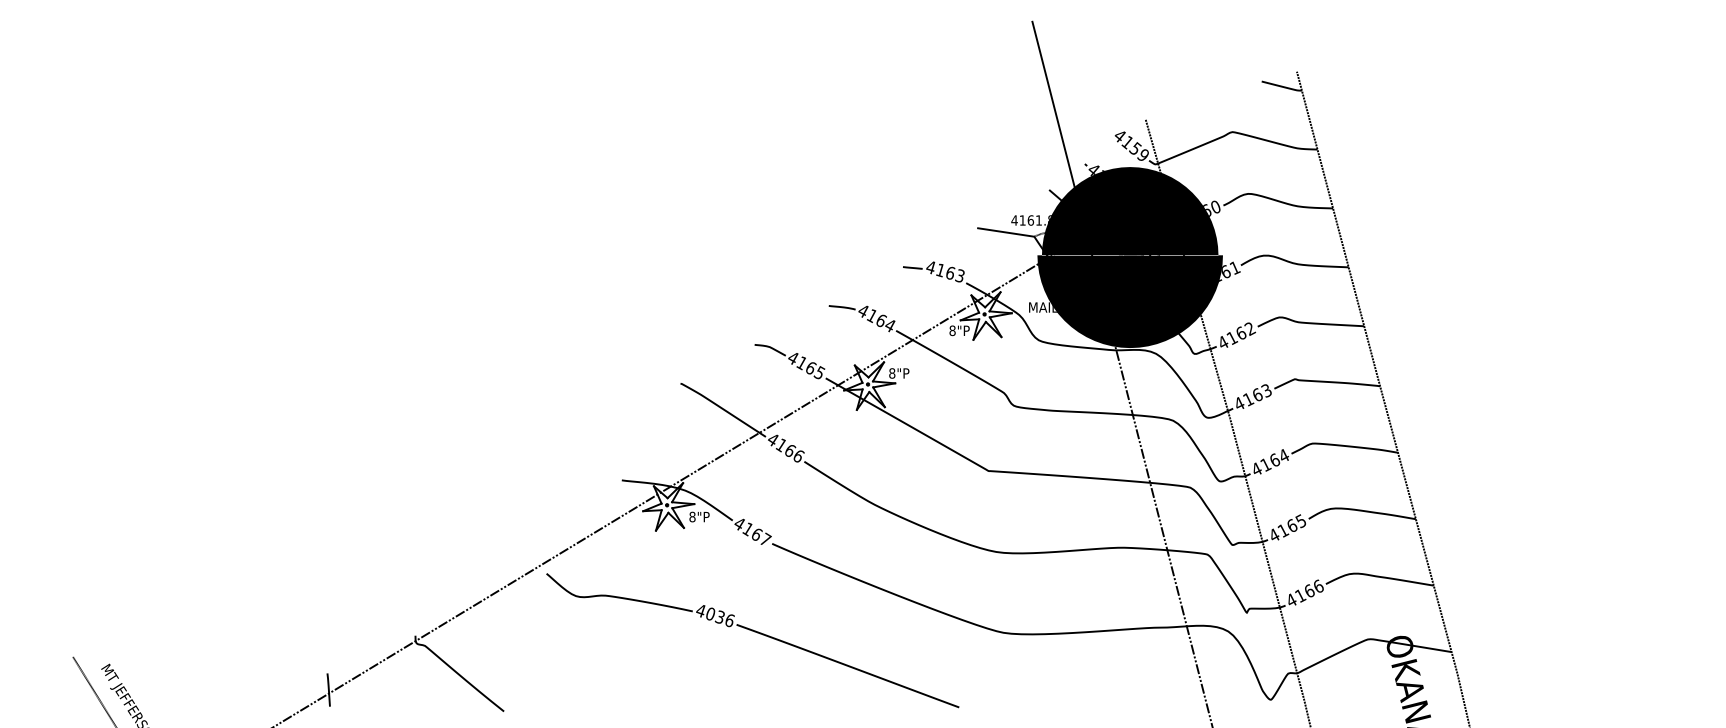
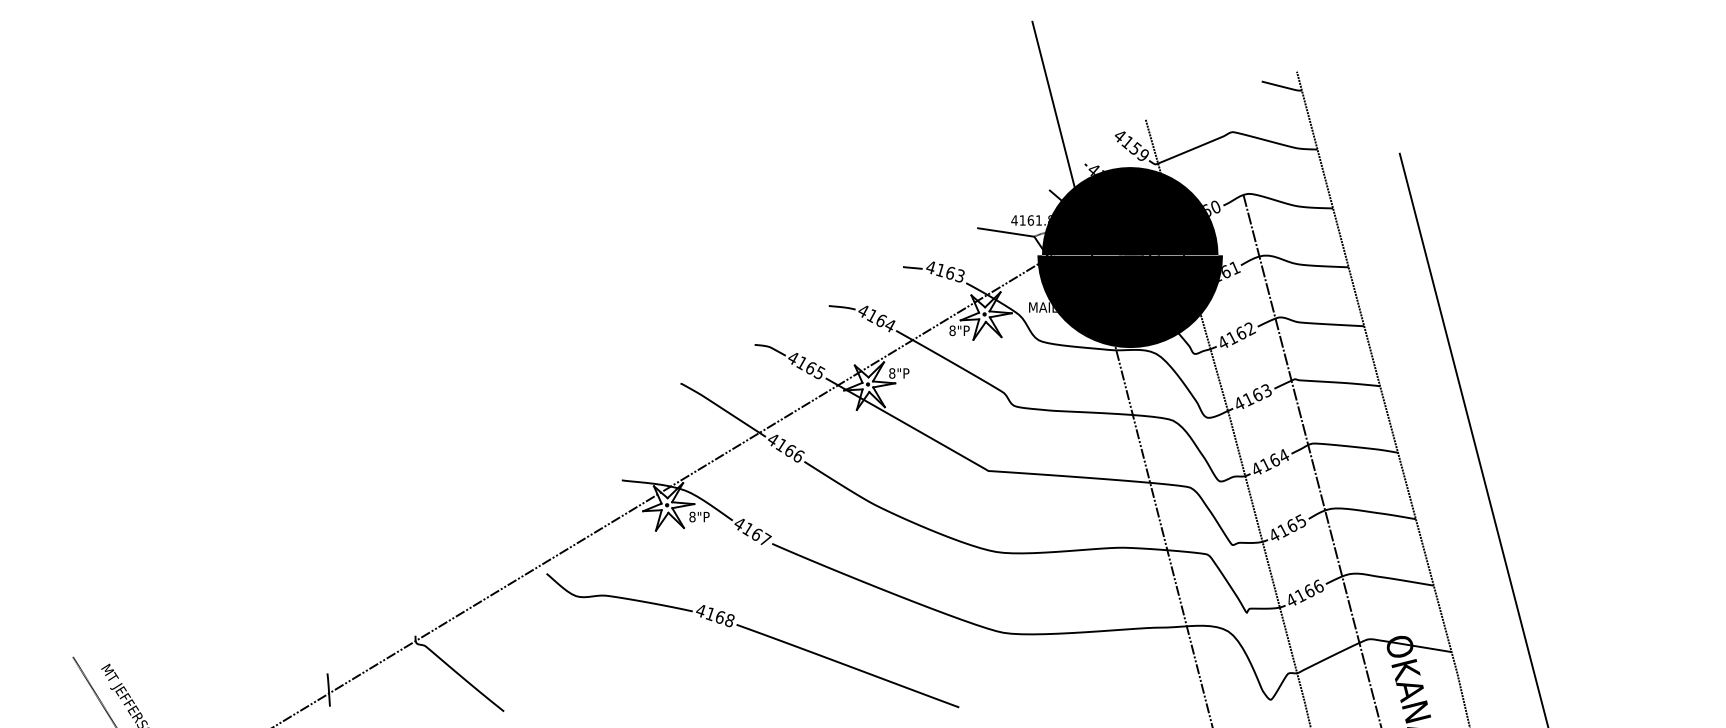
line at (1473, 438): none -> present
line at (1311, 459): none -> present
text at (720, 616): 4036 -> 4168
